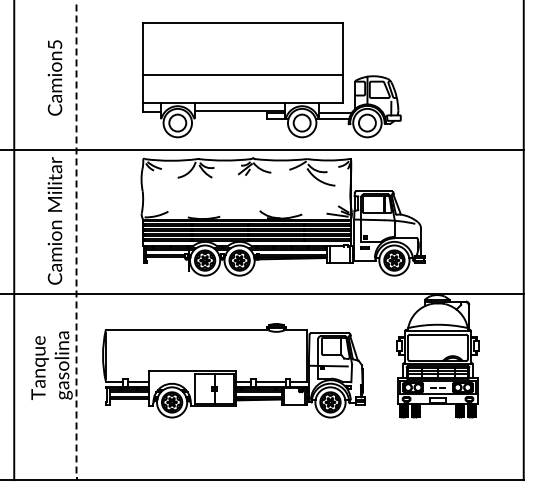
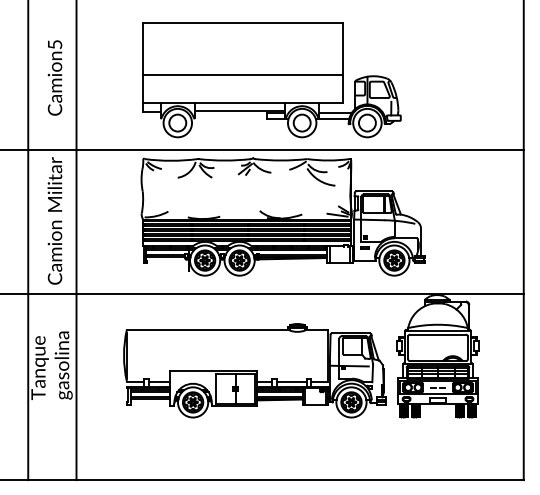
line at (76, 240): dashed -> solid
line at (14, 241) position: (14, 241) -> (28, 241)
part at (233, 370) position: (233, 370) -> (254, 370)
